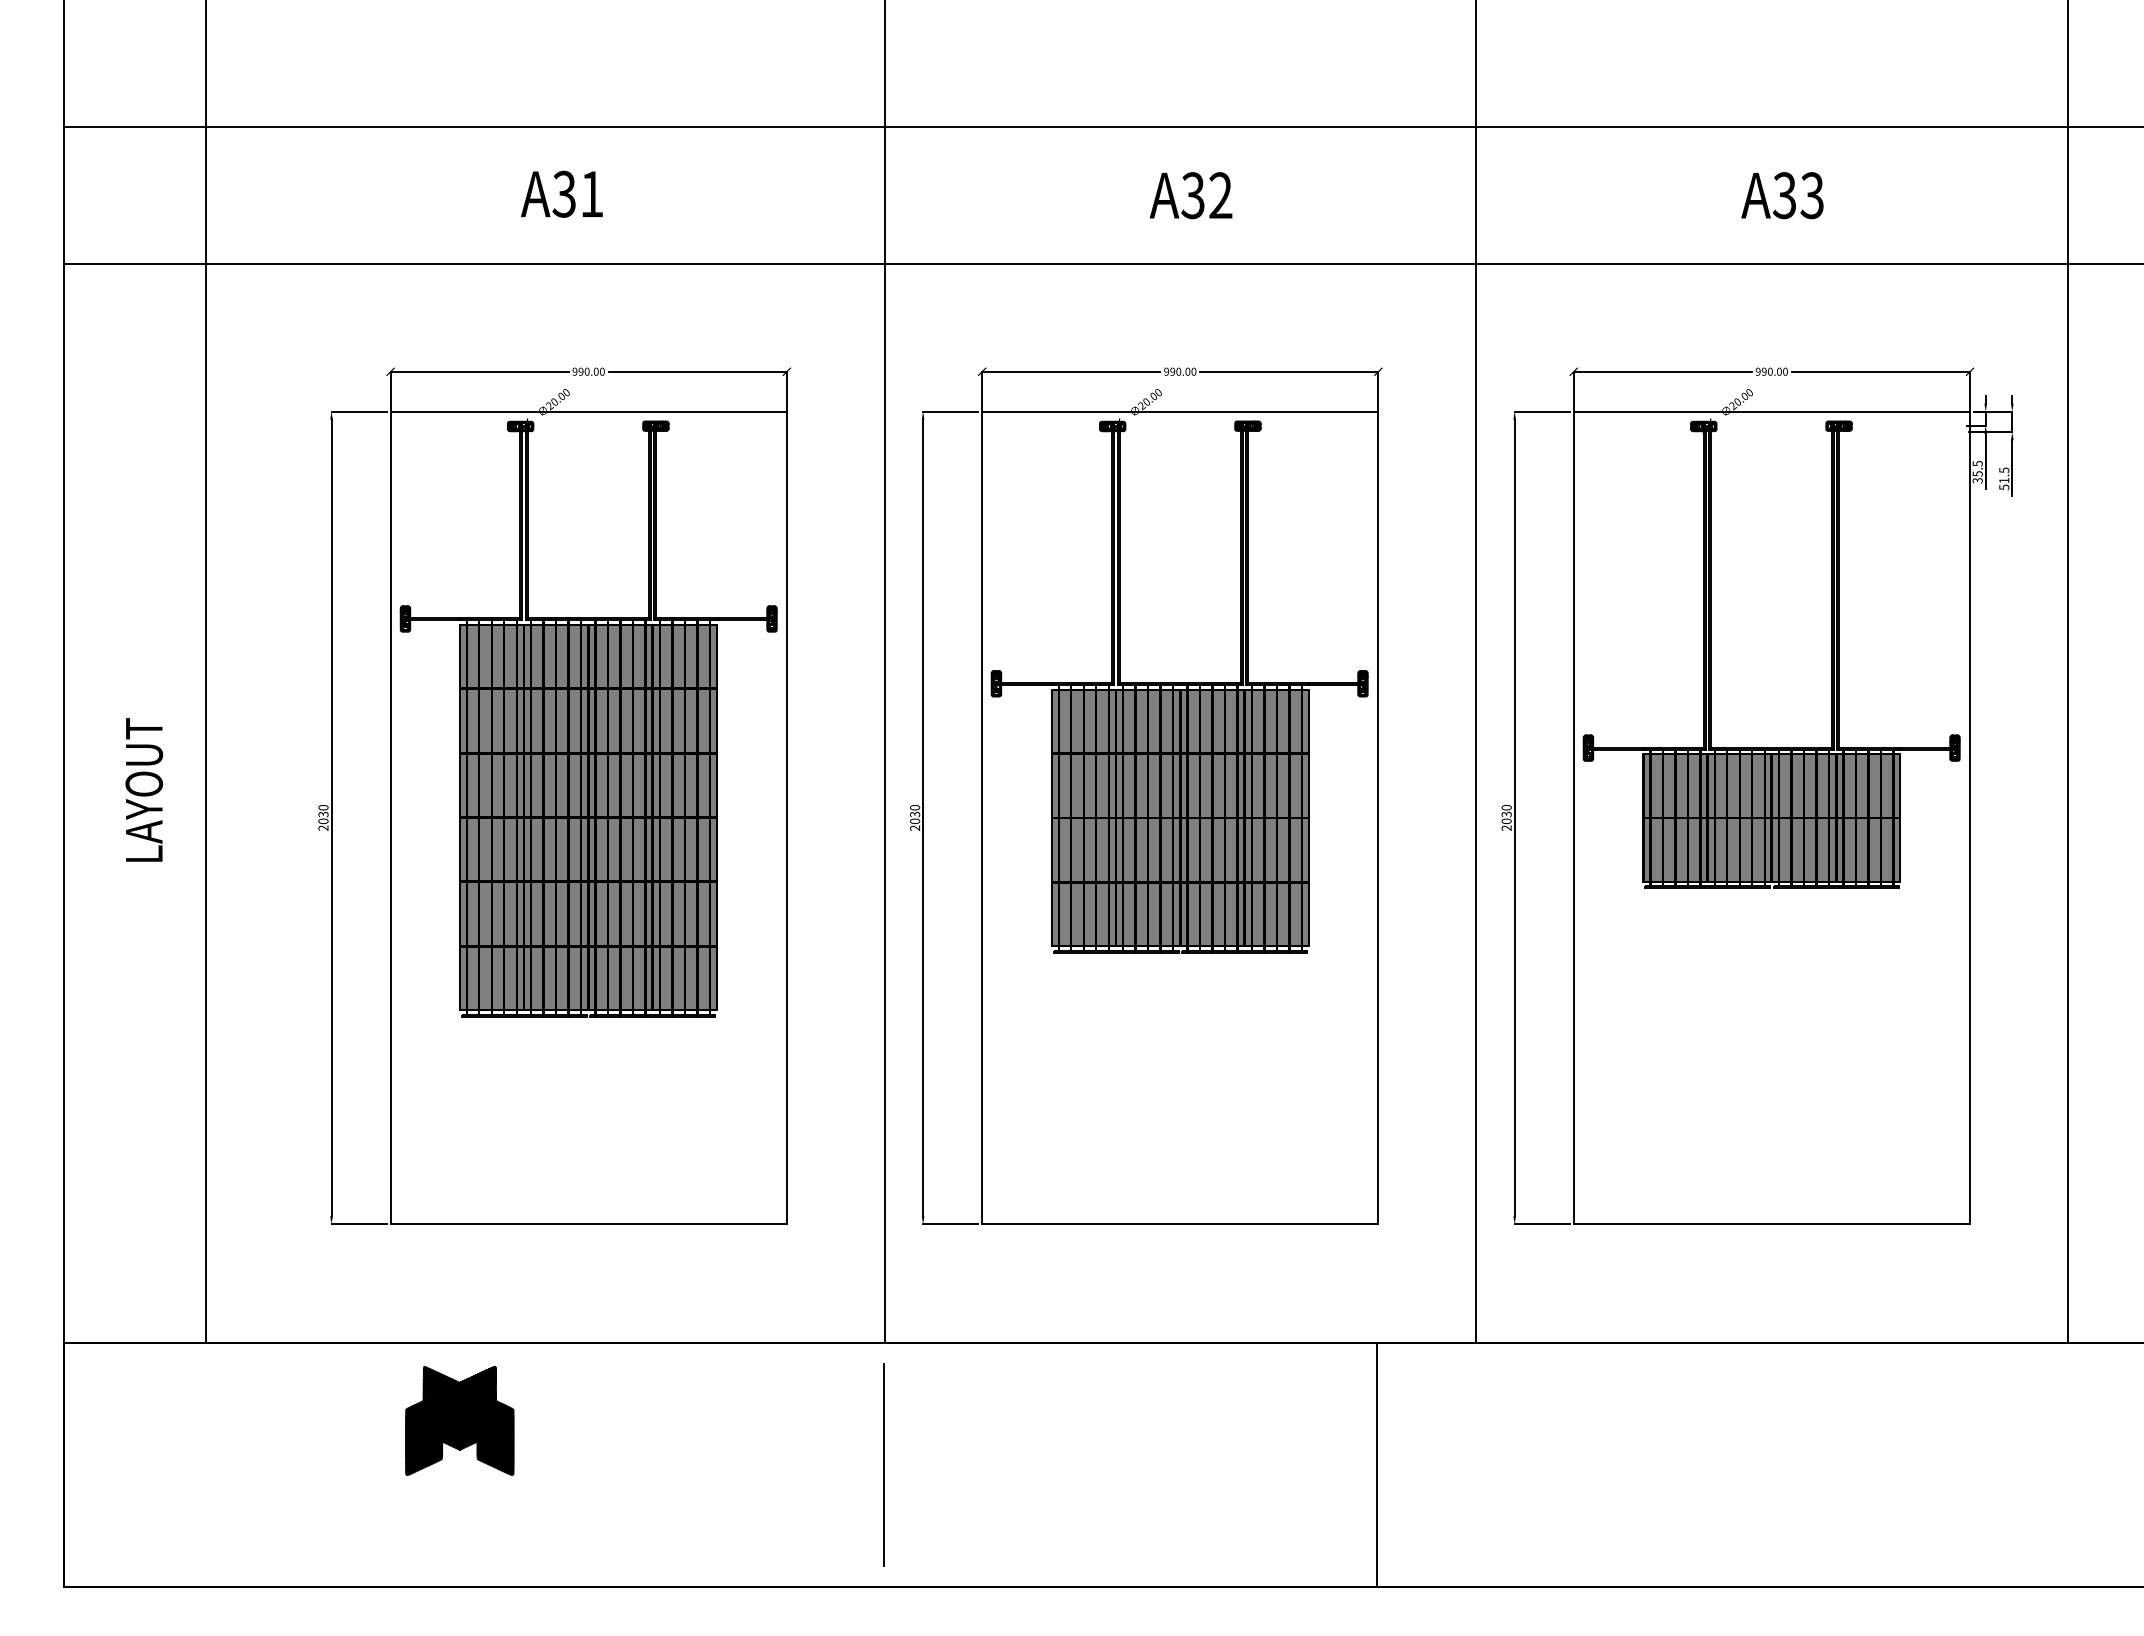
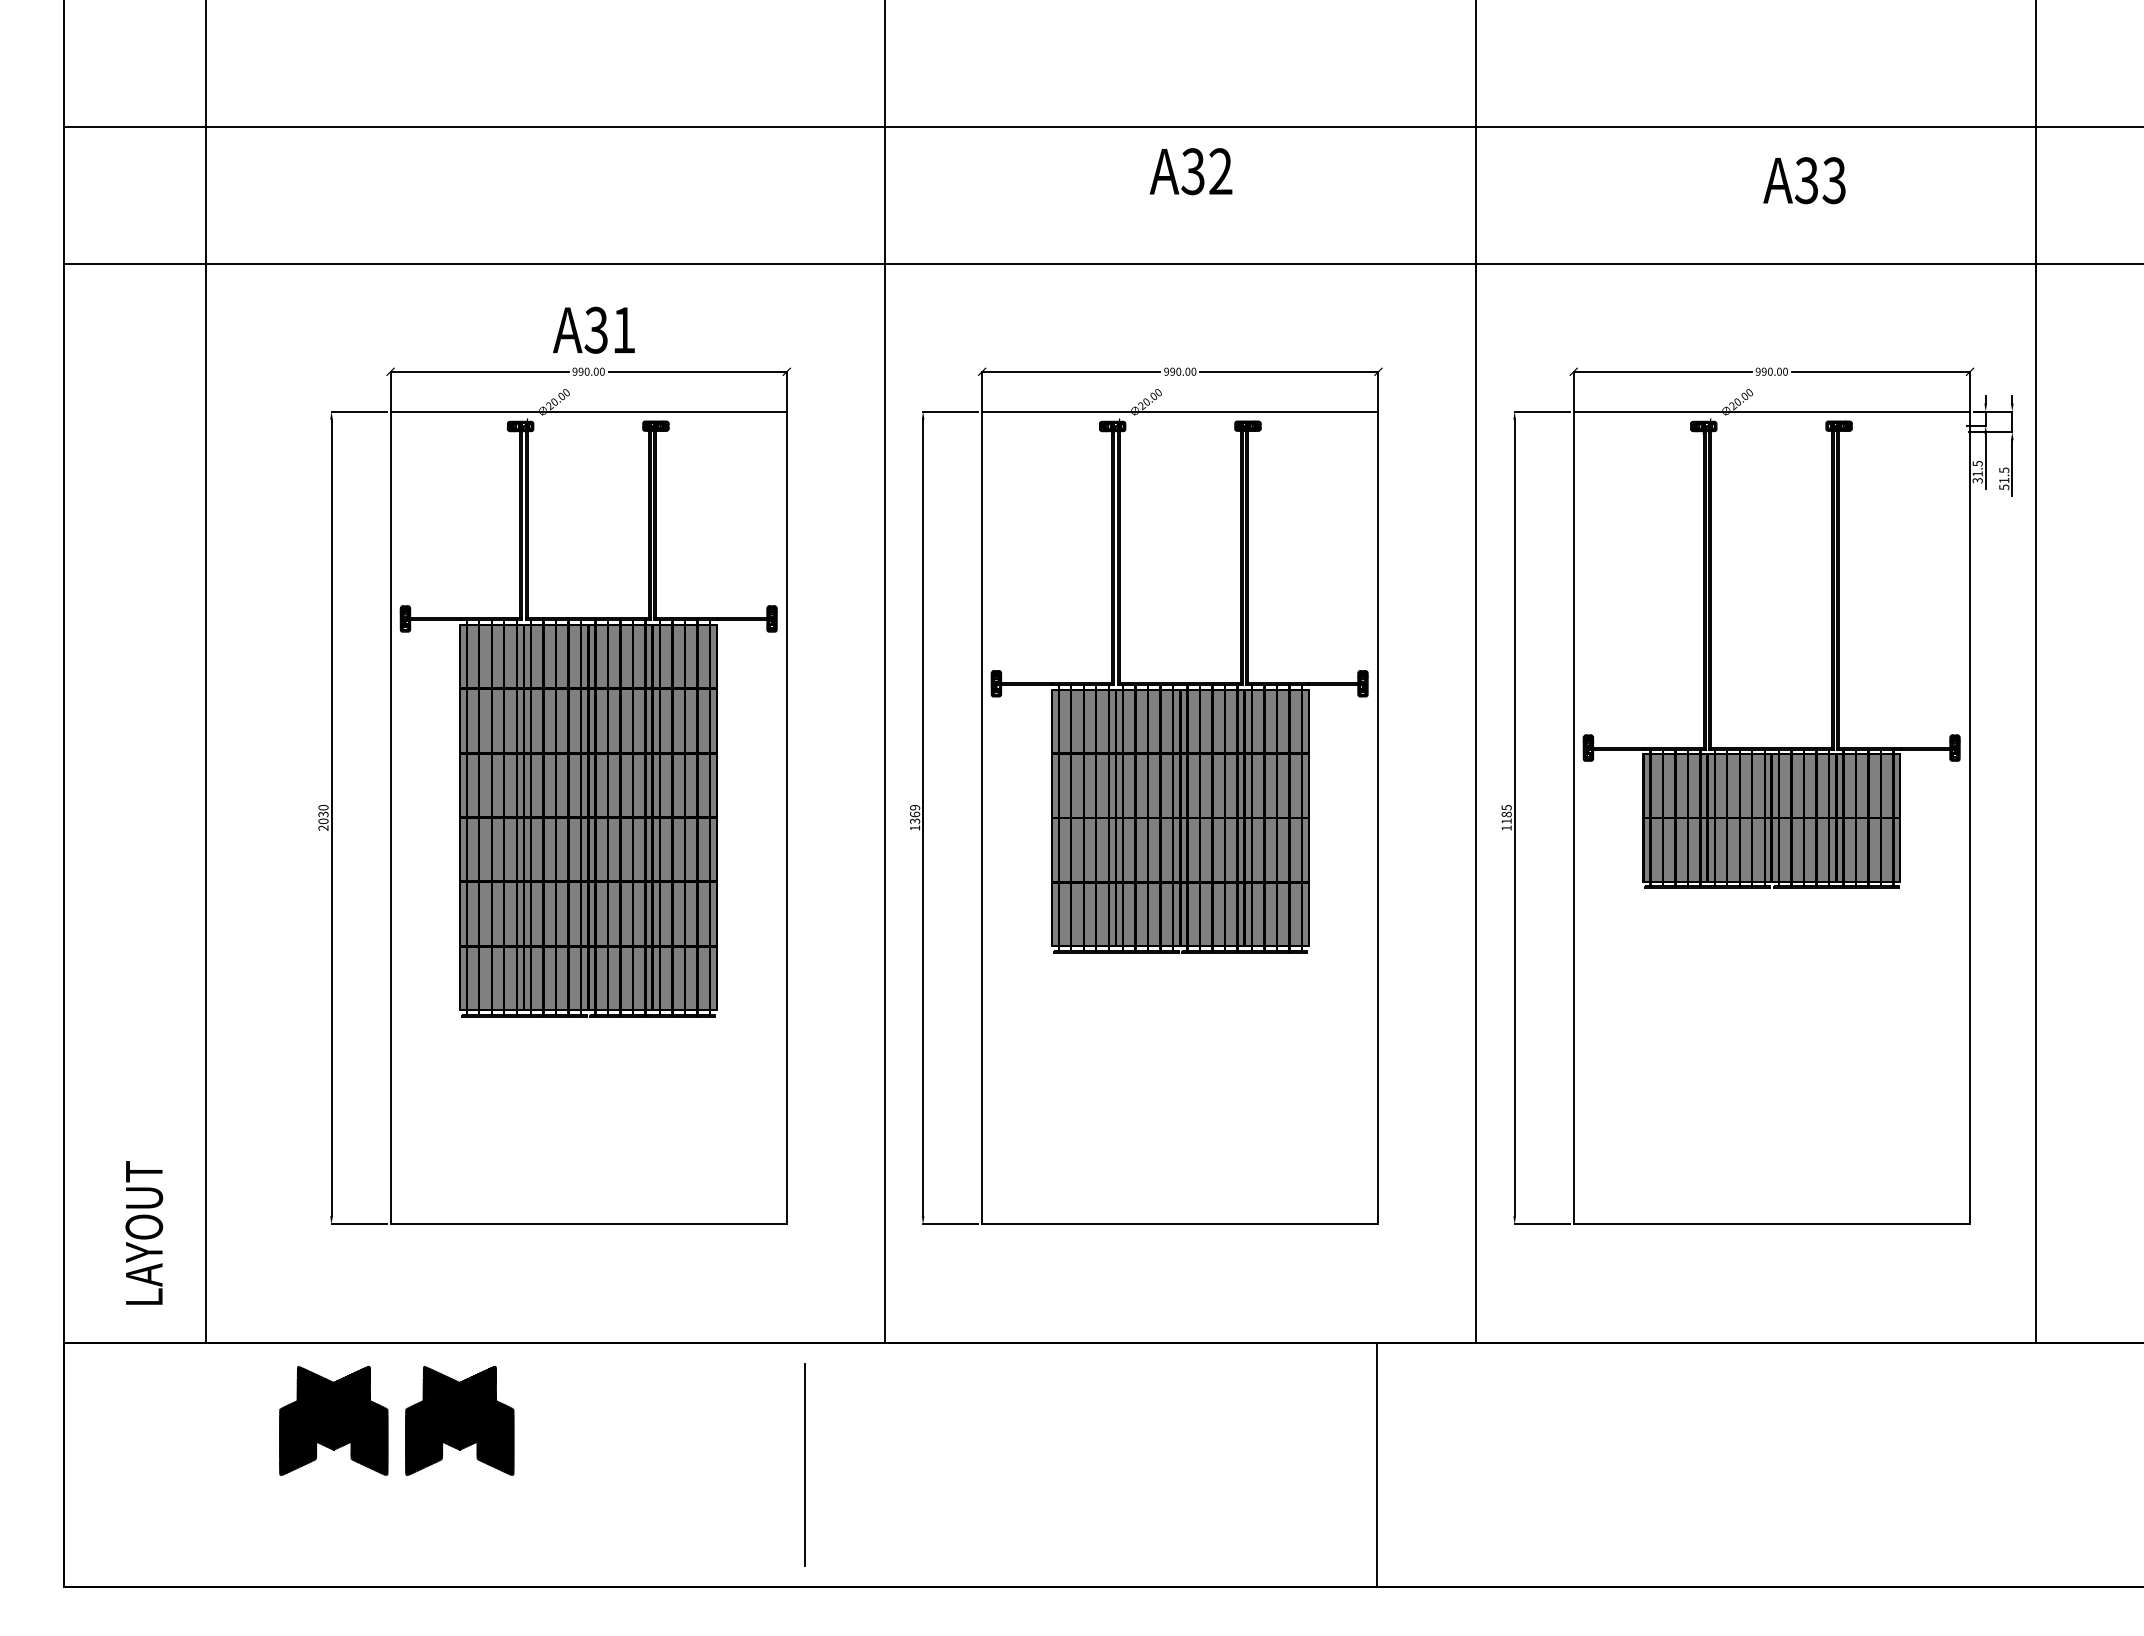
text at (561, 193) position: (561, 193) -> (593, 329)
text at (1190, 195) position: (1190, 195) -> (1190, 171)
text at (1782, 195) position: (1782, 195) -> (1804, 180)
text at (1977, 473): 35.5 -> 31.5
line at (2067, 672) position: (2067, 672) -> (2035, 672)
text at (144, 789) position: (144, 789) -> (144, 1232)
text at (915, 817): 2030 -> 1369
text at (1506, 817): 2030 -> 1185
part at (333, 1420): none -> present
line at (883, 1464) position: (883, 1464) -> (804, 1464)
